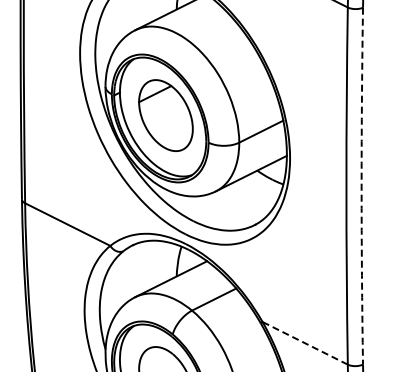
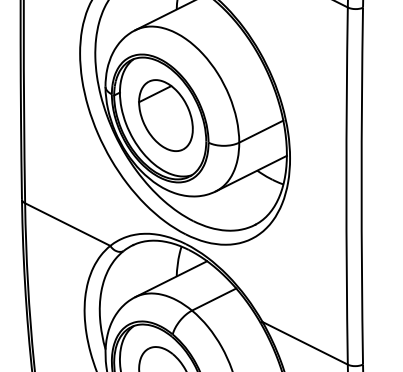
arc at (361, 186): dashed -> solid
line at (305, 343): dashed -> solid
